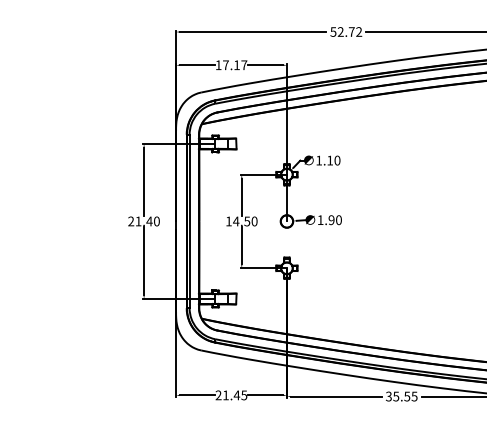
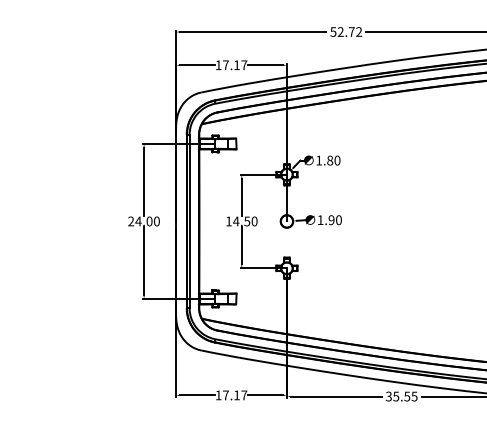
text at (330, 160): 1.10 -> 1.80
text at (143, 221): 21.40 -> 24.00
text at (231, 395): 21.45 -> 17.17
